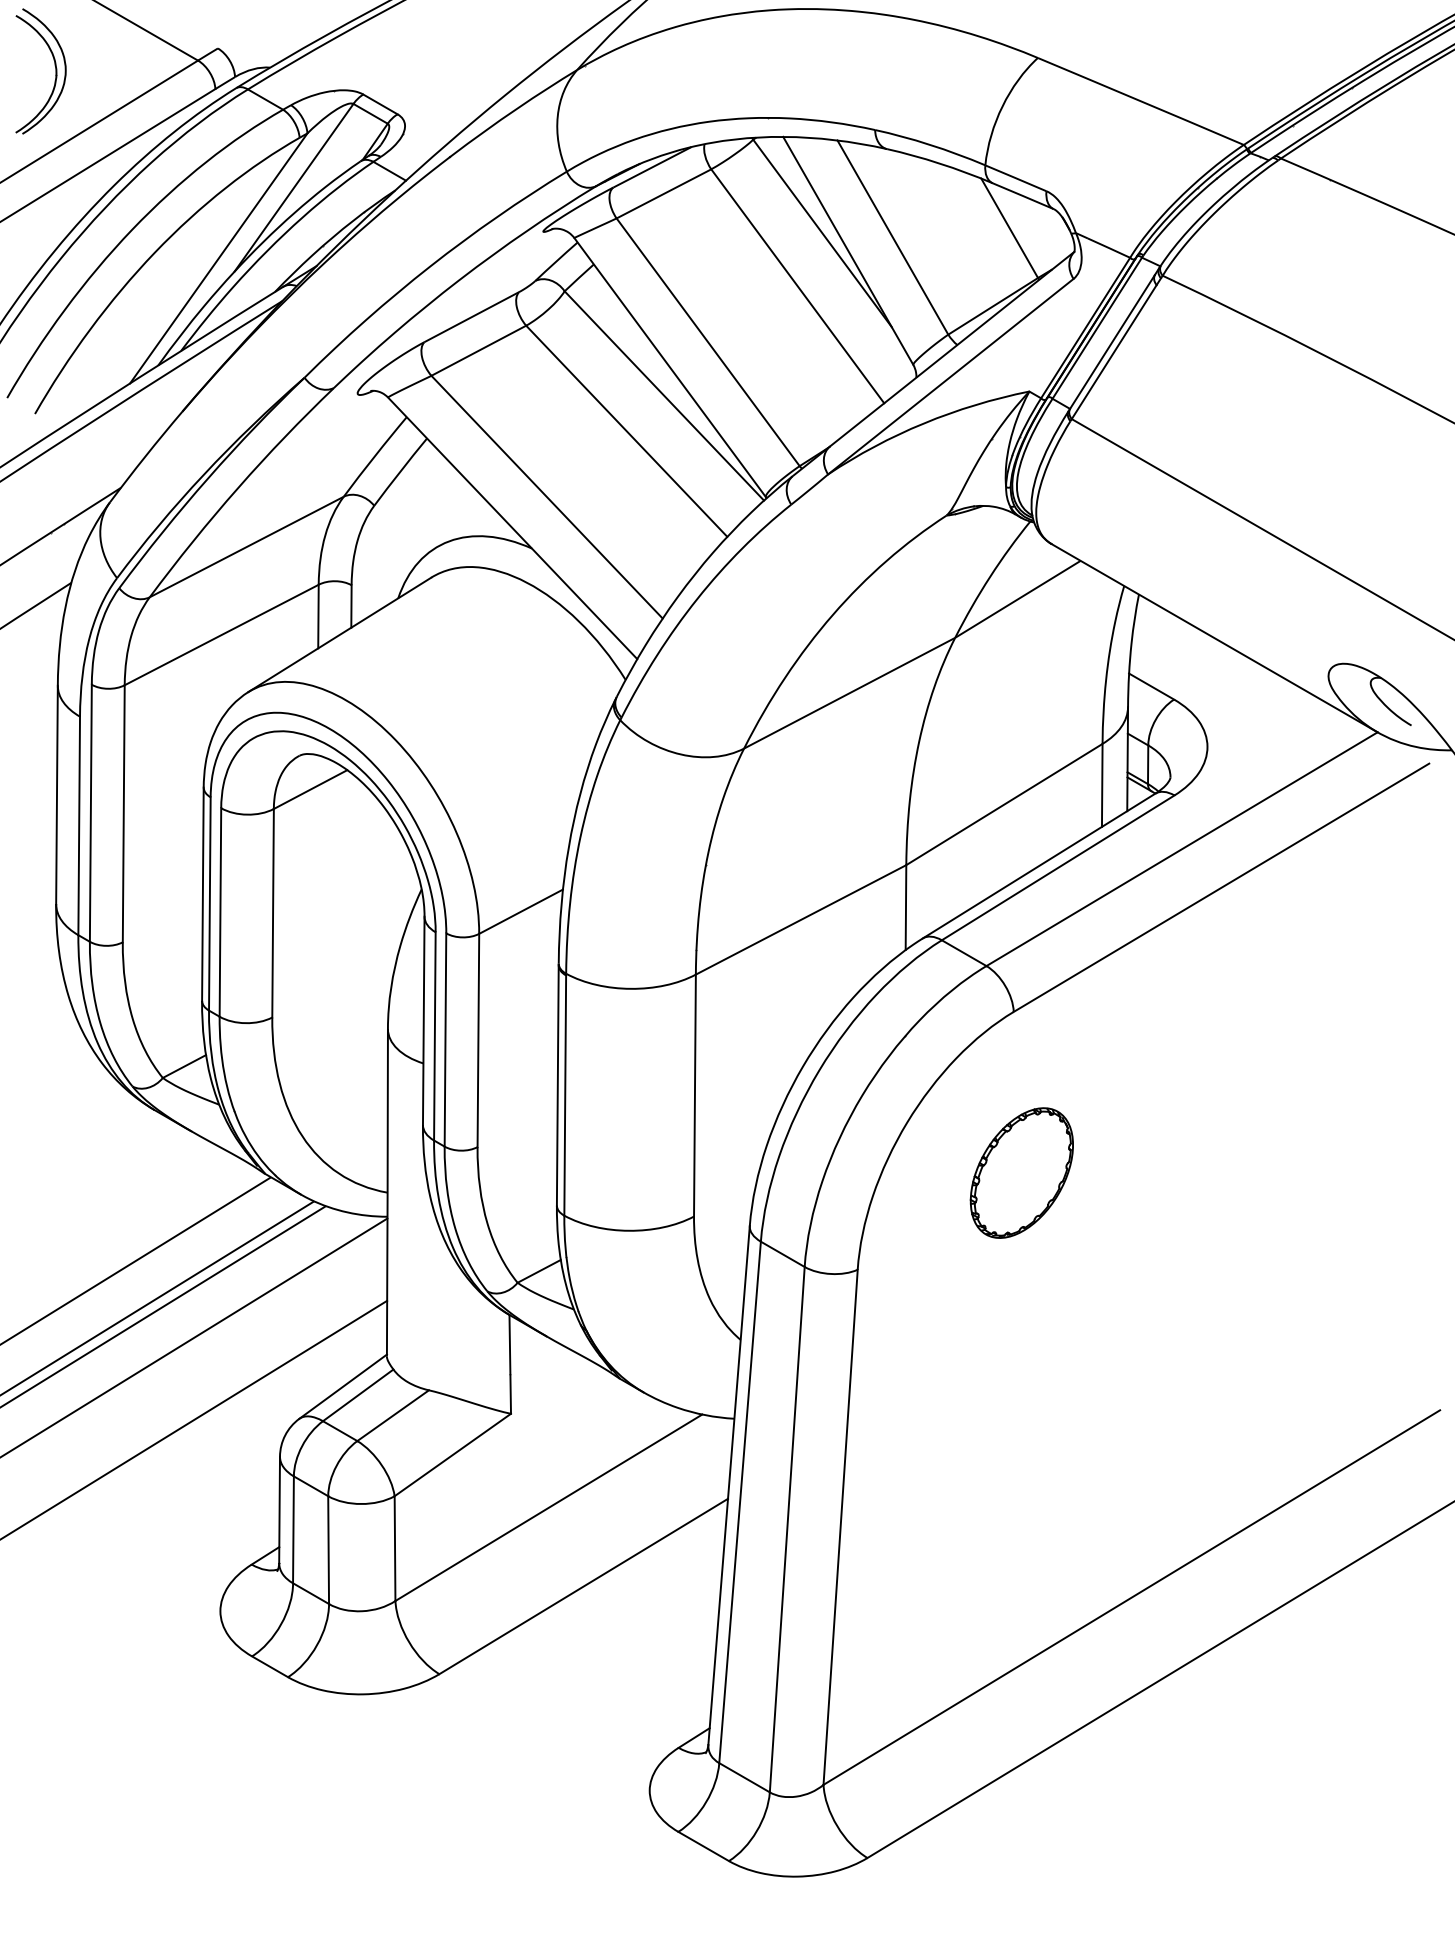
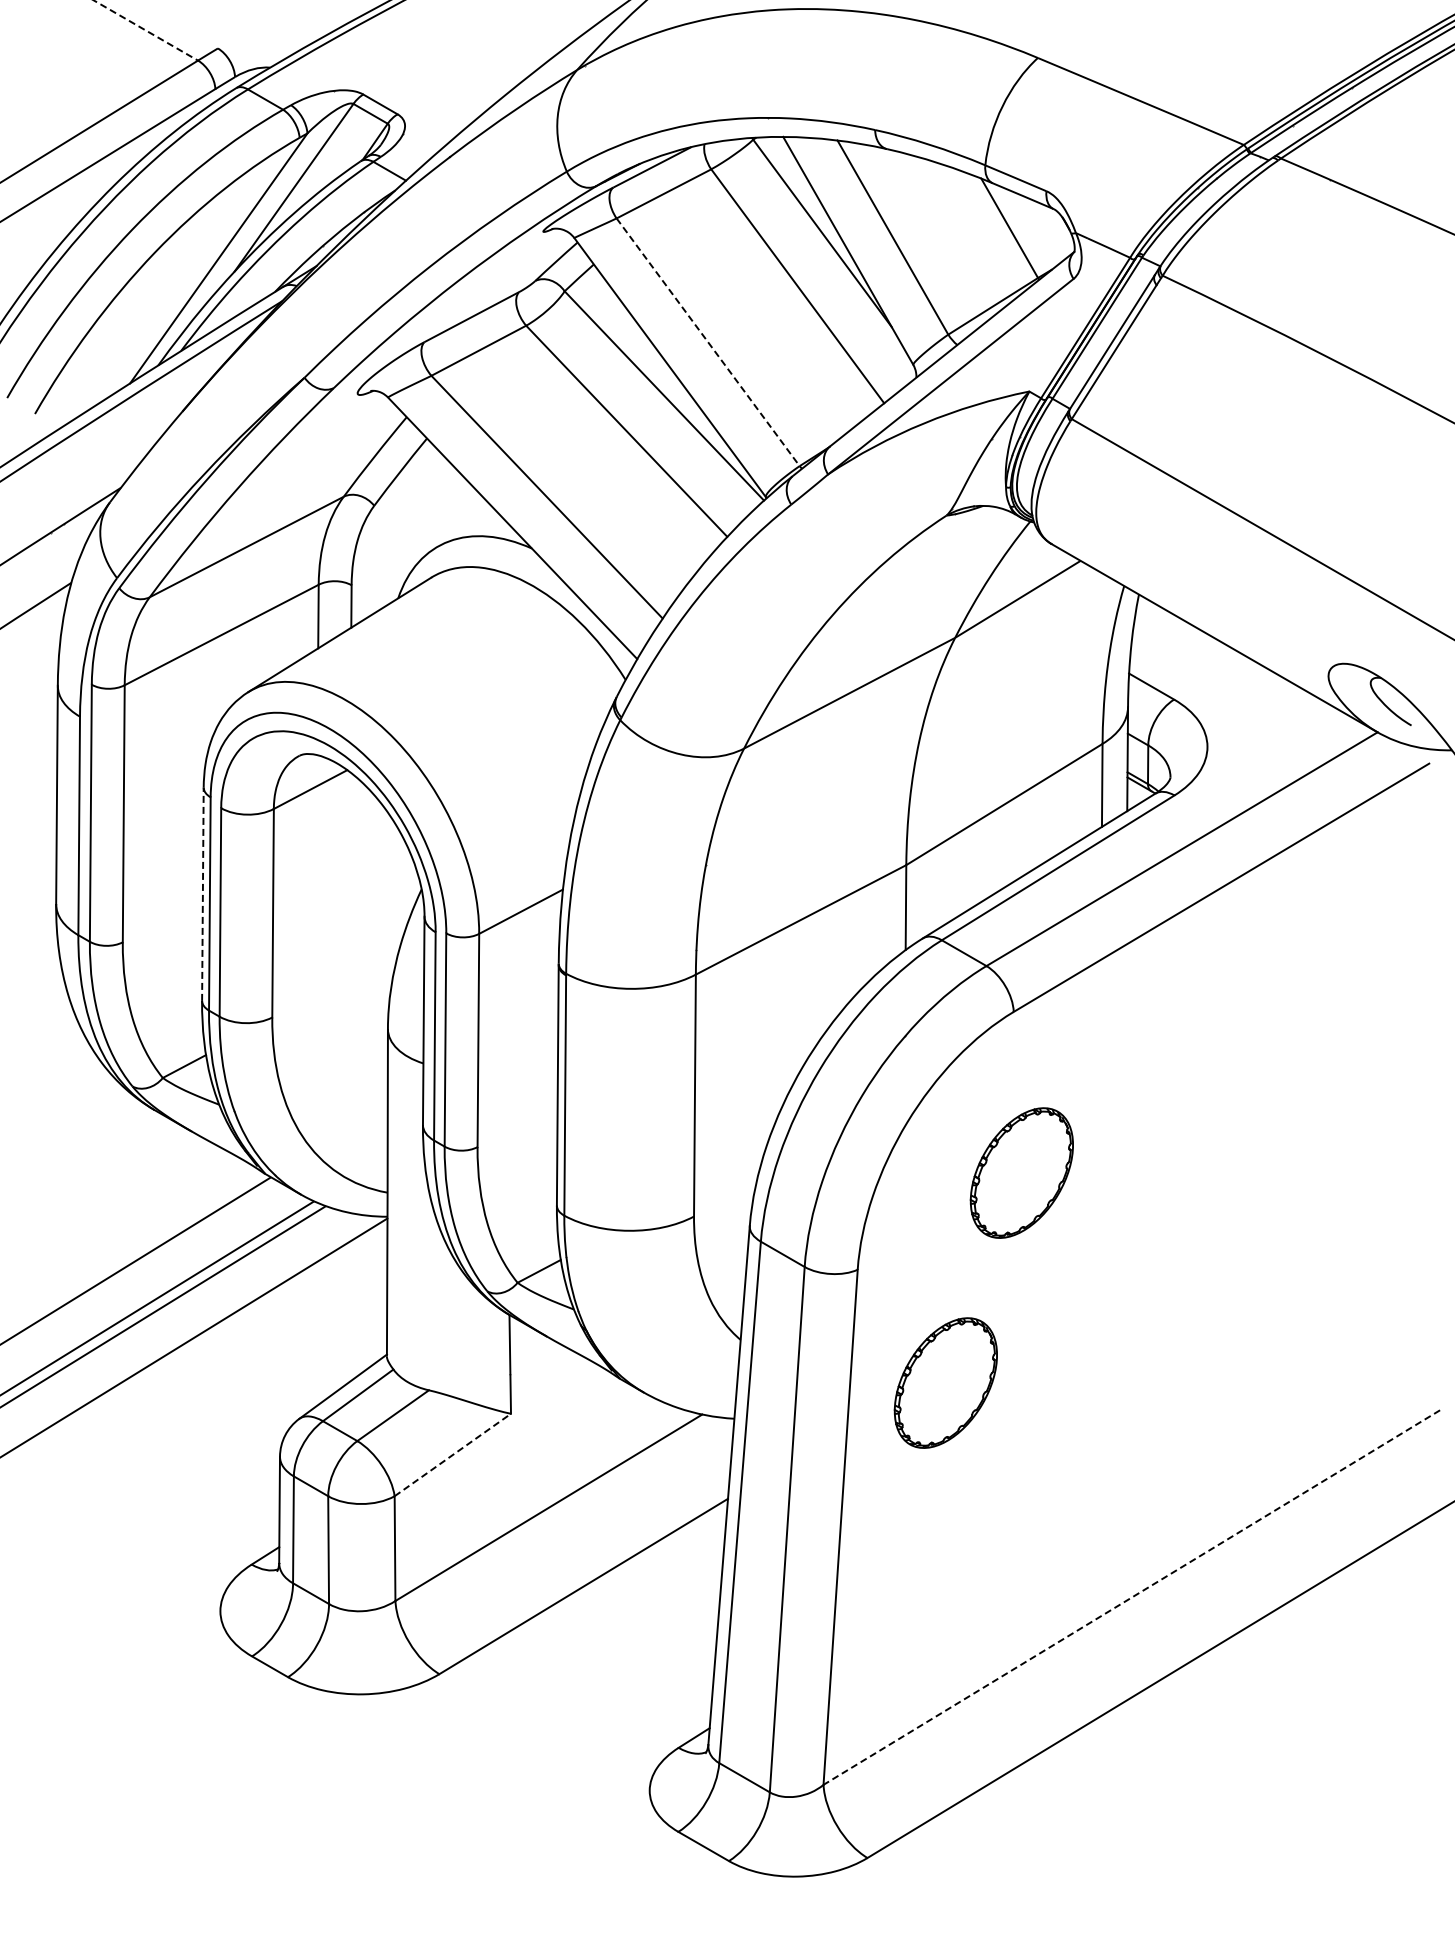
line at (146, 30): solid -> dashed
part at (55, 71): present -> none
line at (708, 342): solid -> dashed
line at (202, 894): solid -> dashed
part at (945, 1382): none -> present
line at (194, 1419): present -> none
line at (453, 1454): solid -> dashed
line at (1131, 1597): solid -> dashed
